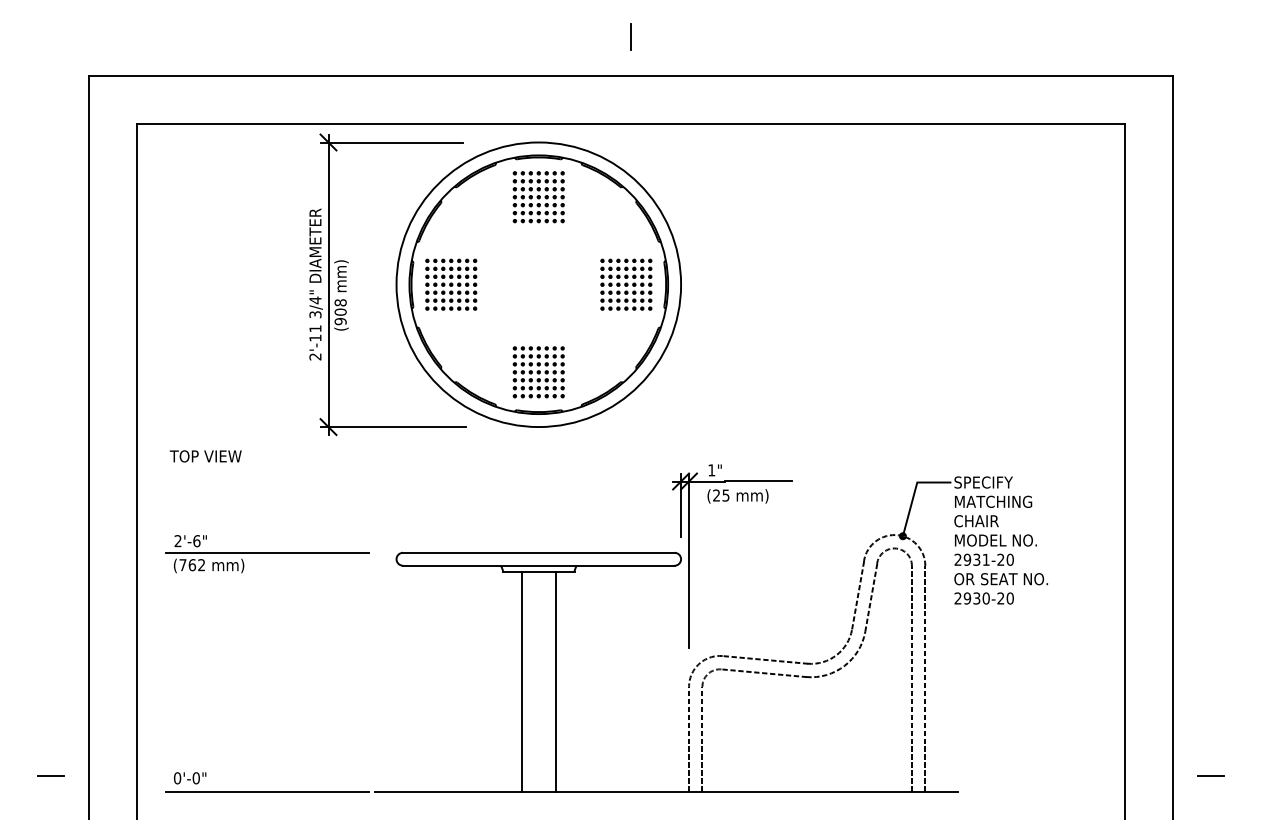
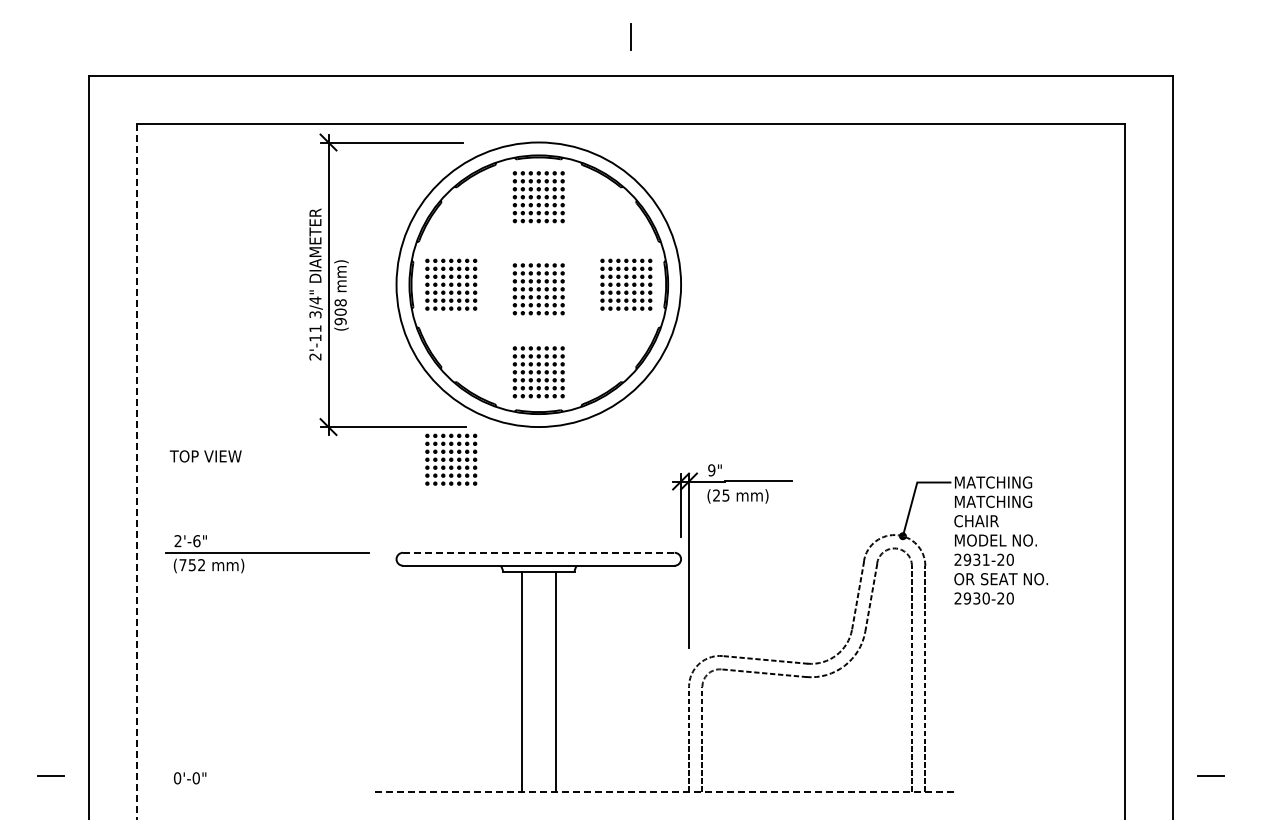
part at (538, 289): none -> present
part at (451, 459): none -> present
text at (711, 470): 1" -> 9"
line at (137, 471): solid -> dashed
text at (993, 482): SPECIFY -> MATCHING
line at (538, 552): solid -> dashed
text at (192, 565): (762 -> (752
line at (266, 791): present -> none
line at (667, 791): solid -> dashed
